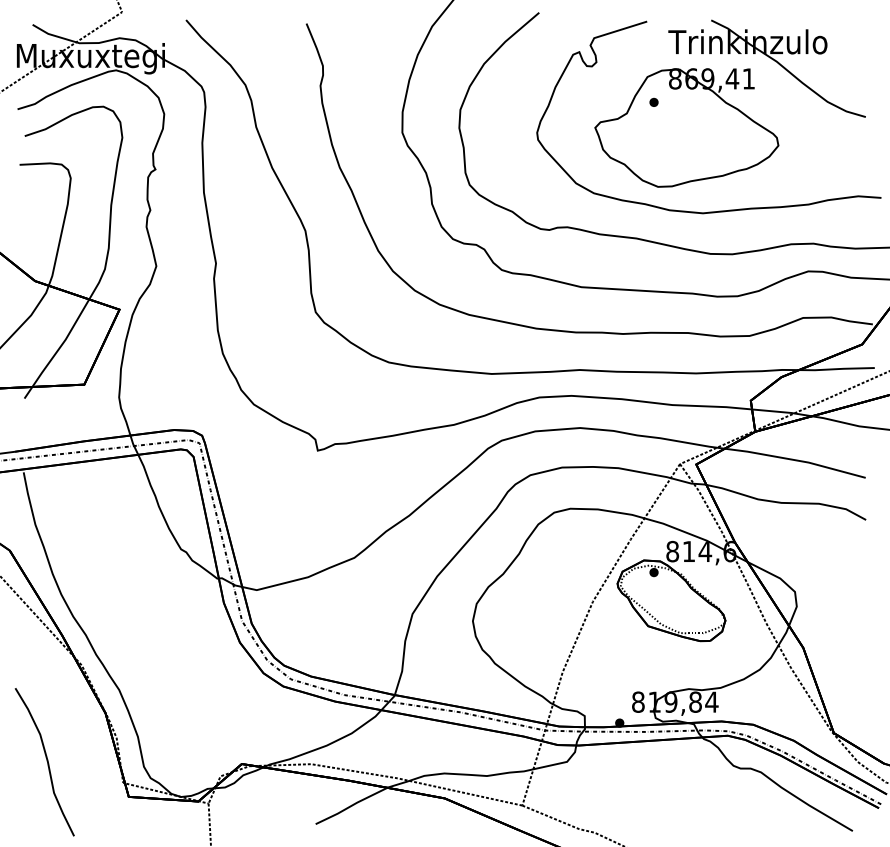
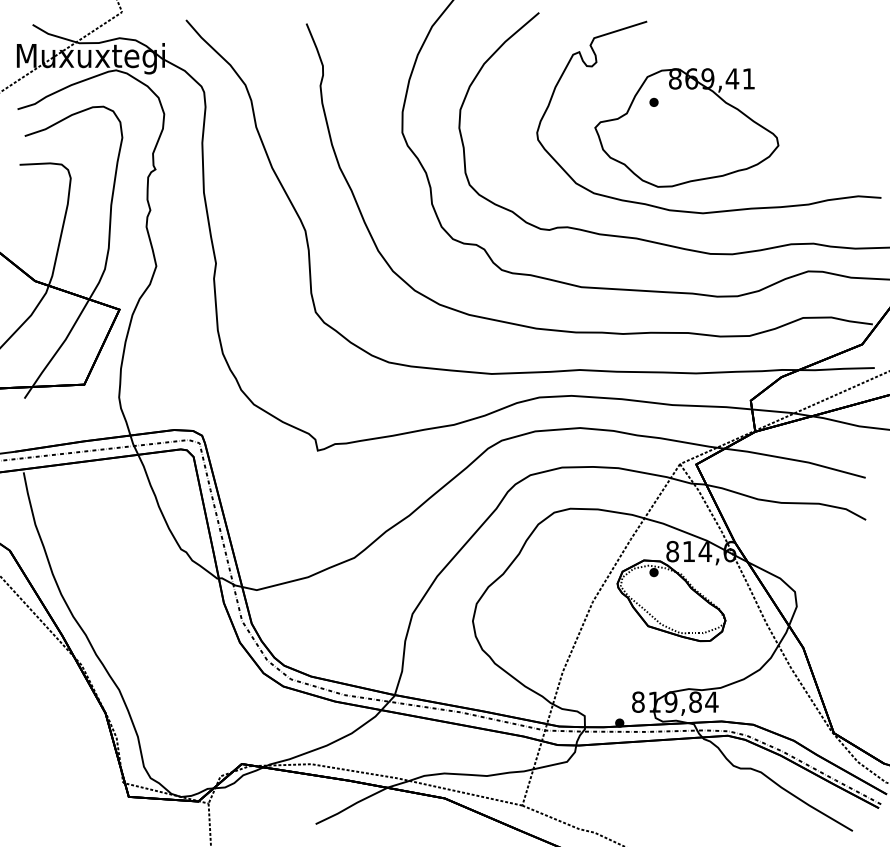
part at (771, 59): present -> none
curve at (46, 761): present -> none
